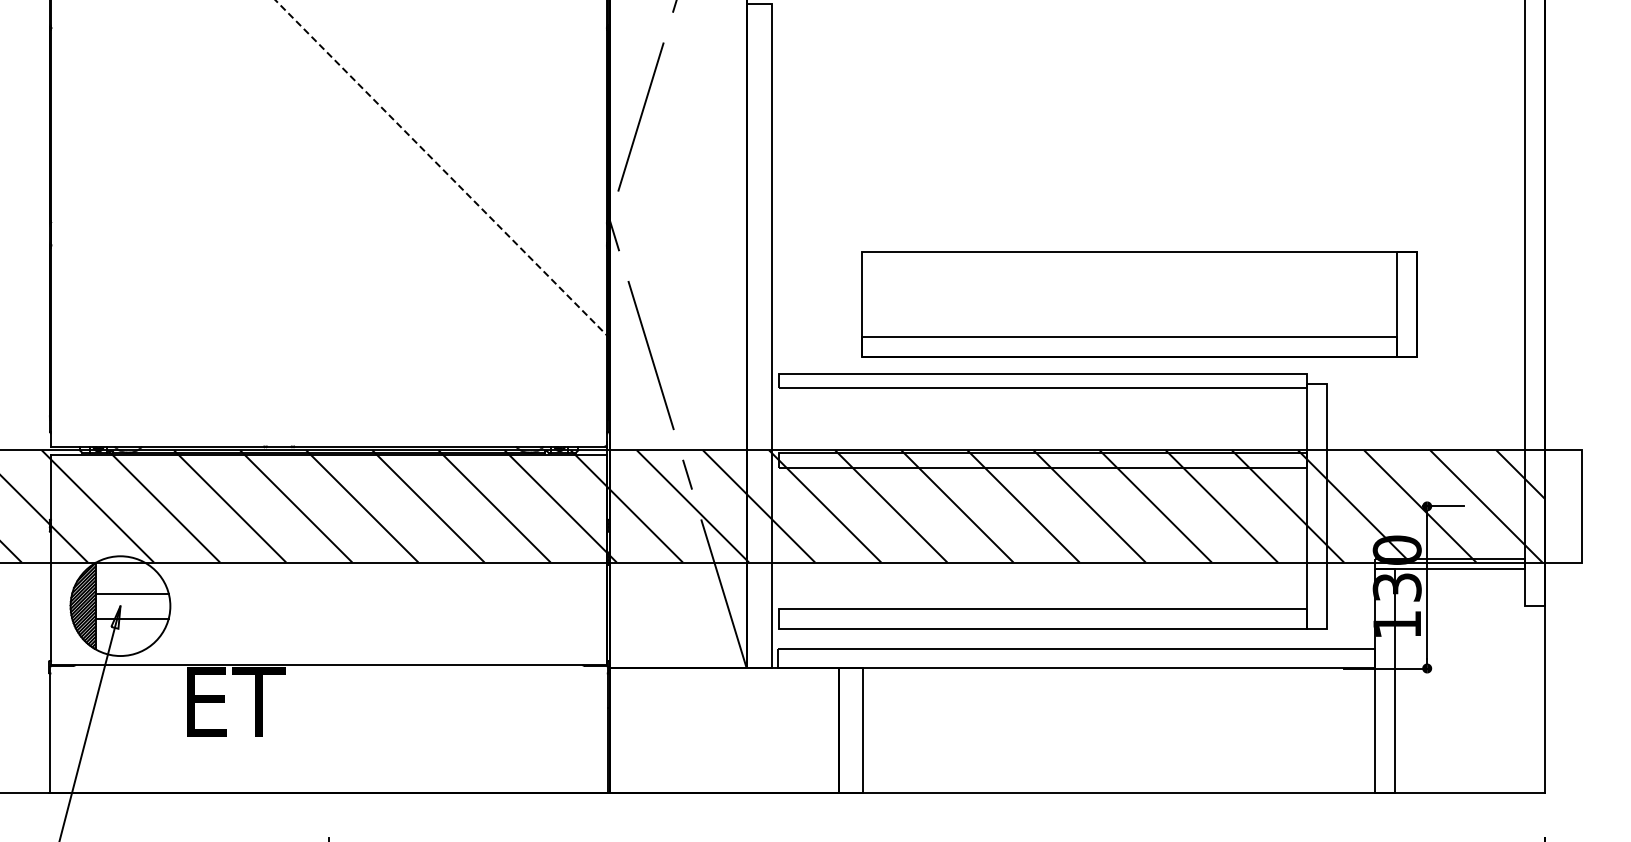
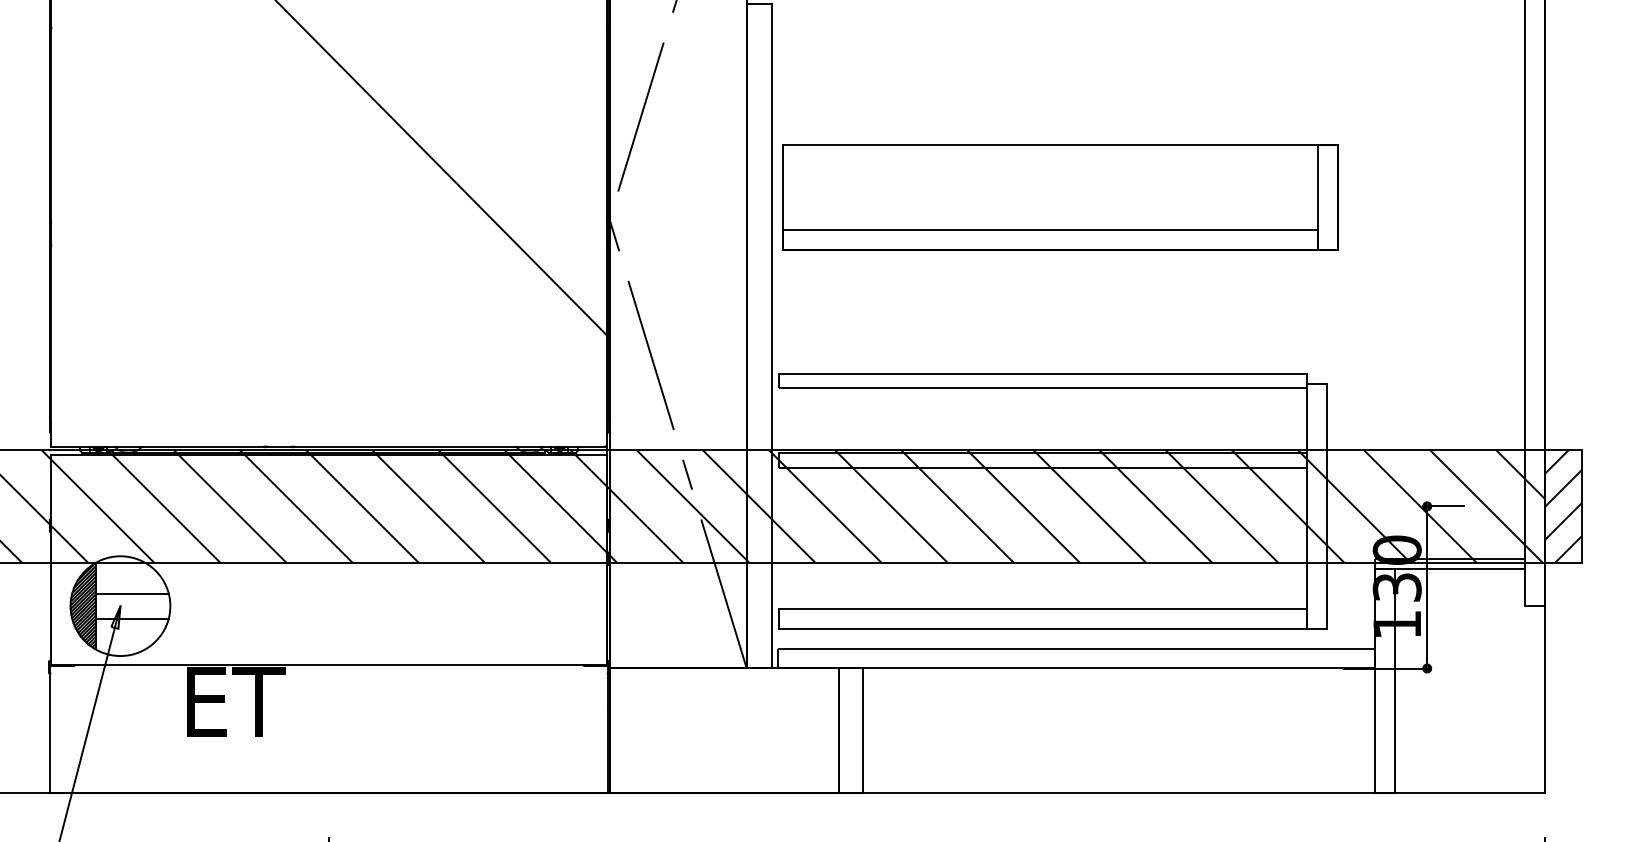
line at (443, 169): dashed -> solid
part at (1139, 304) position: (1139, 304) -> (1060, 197)
hatch at (1563, 506): none -> present
